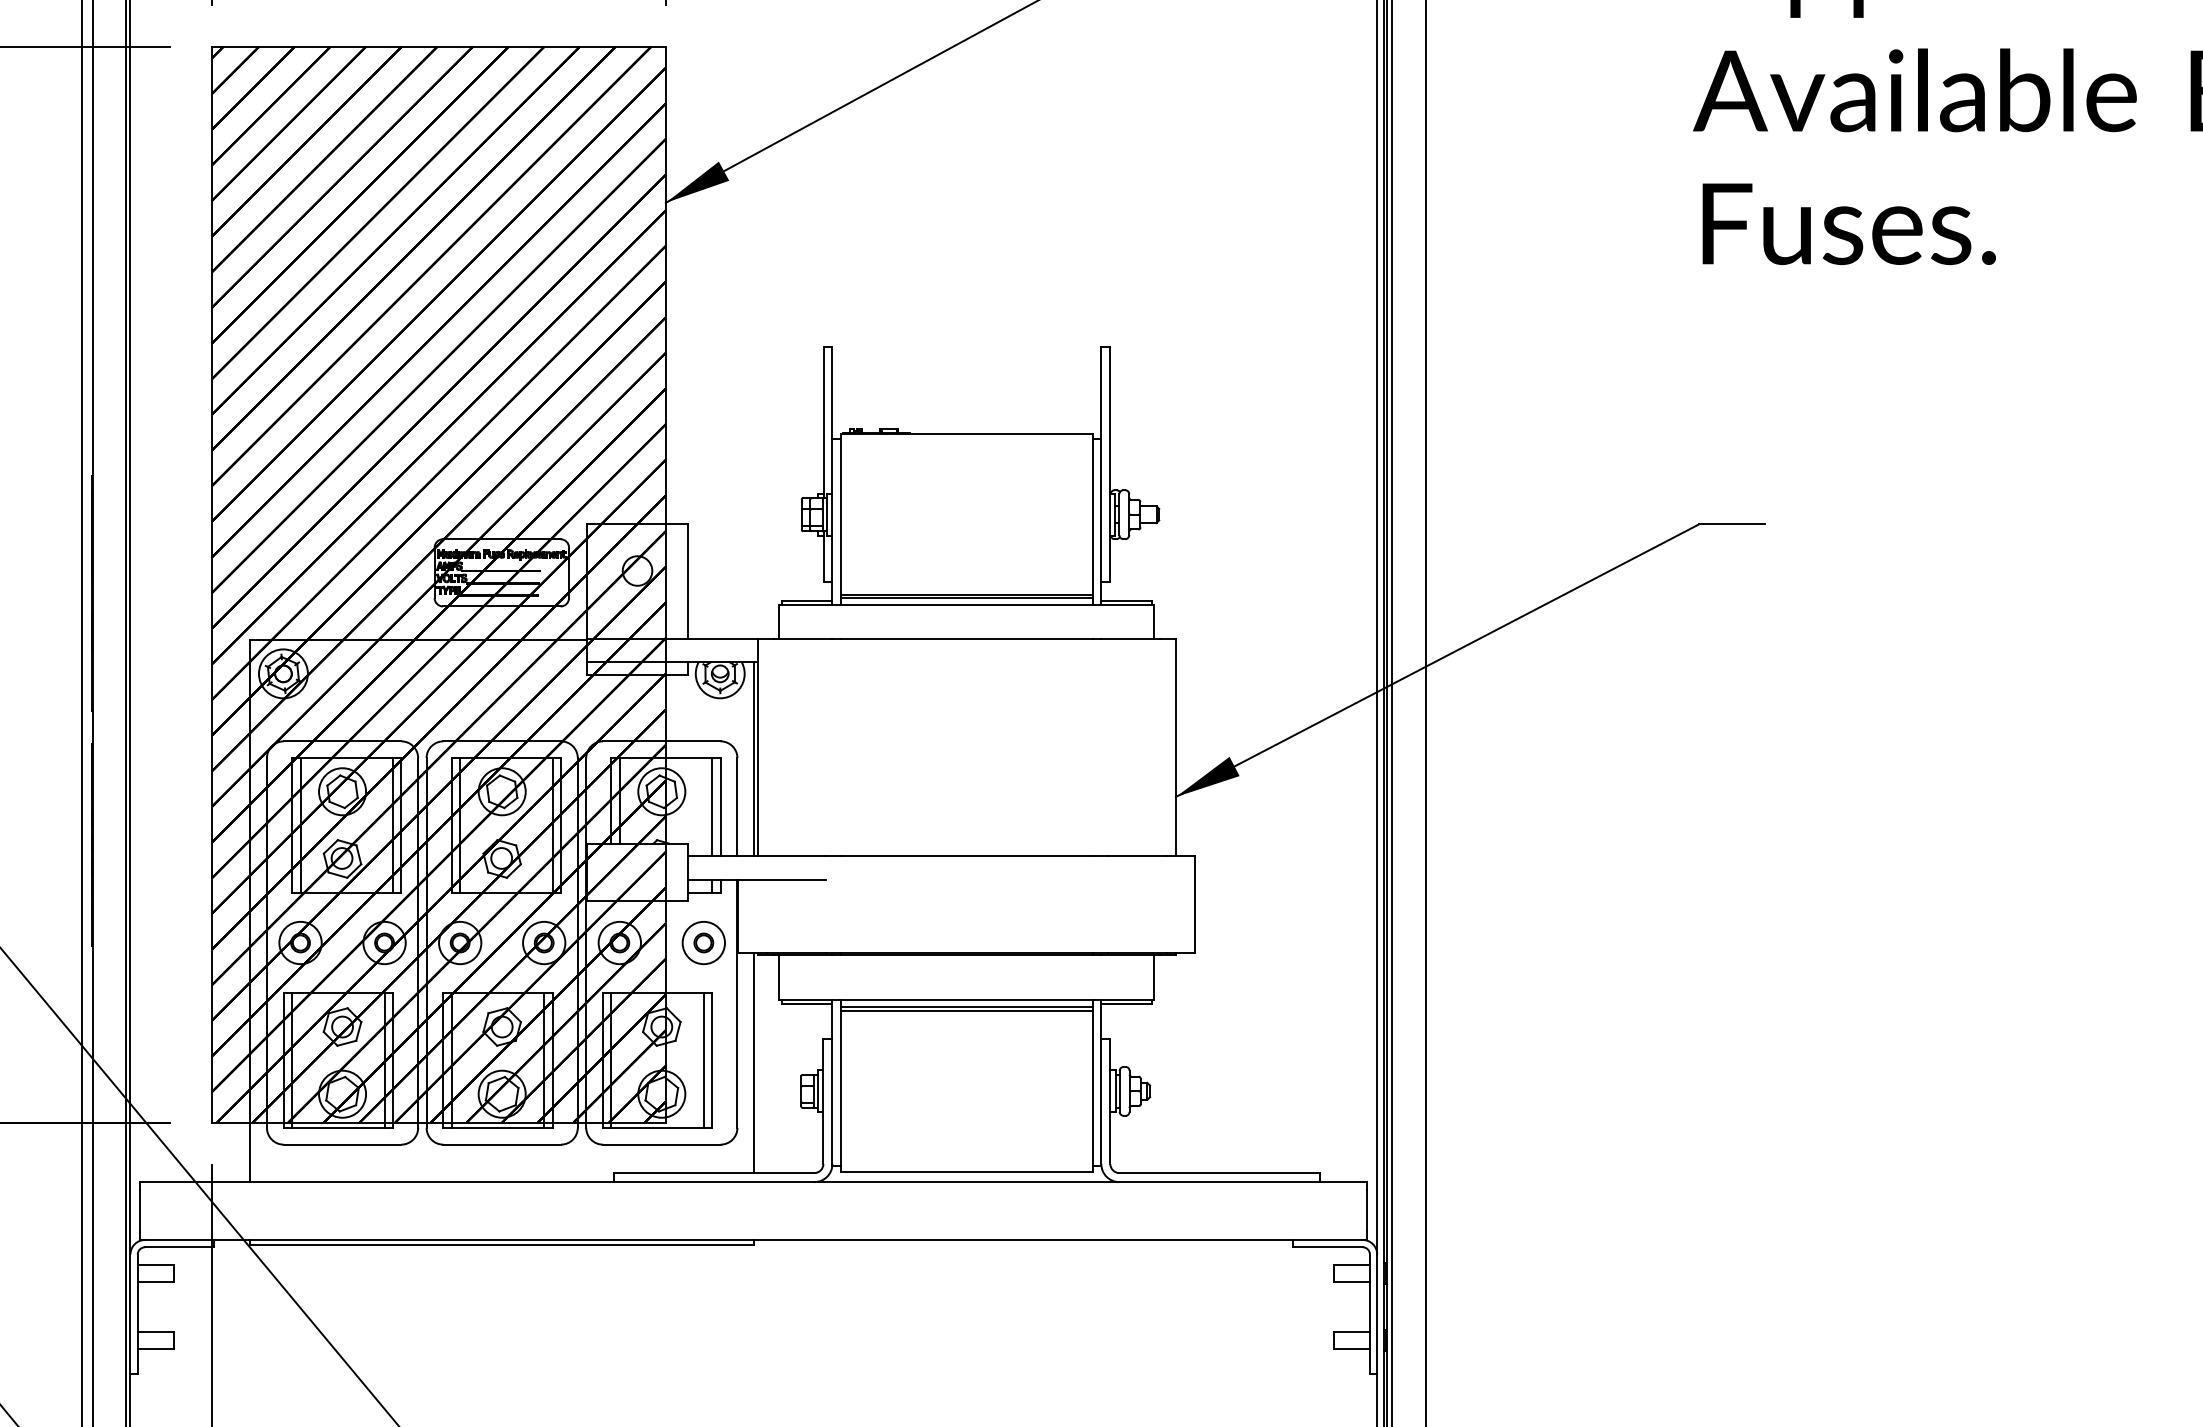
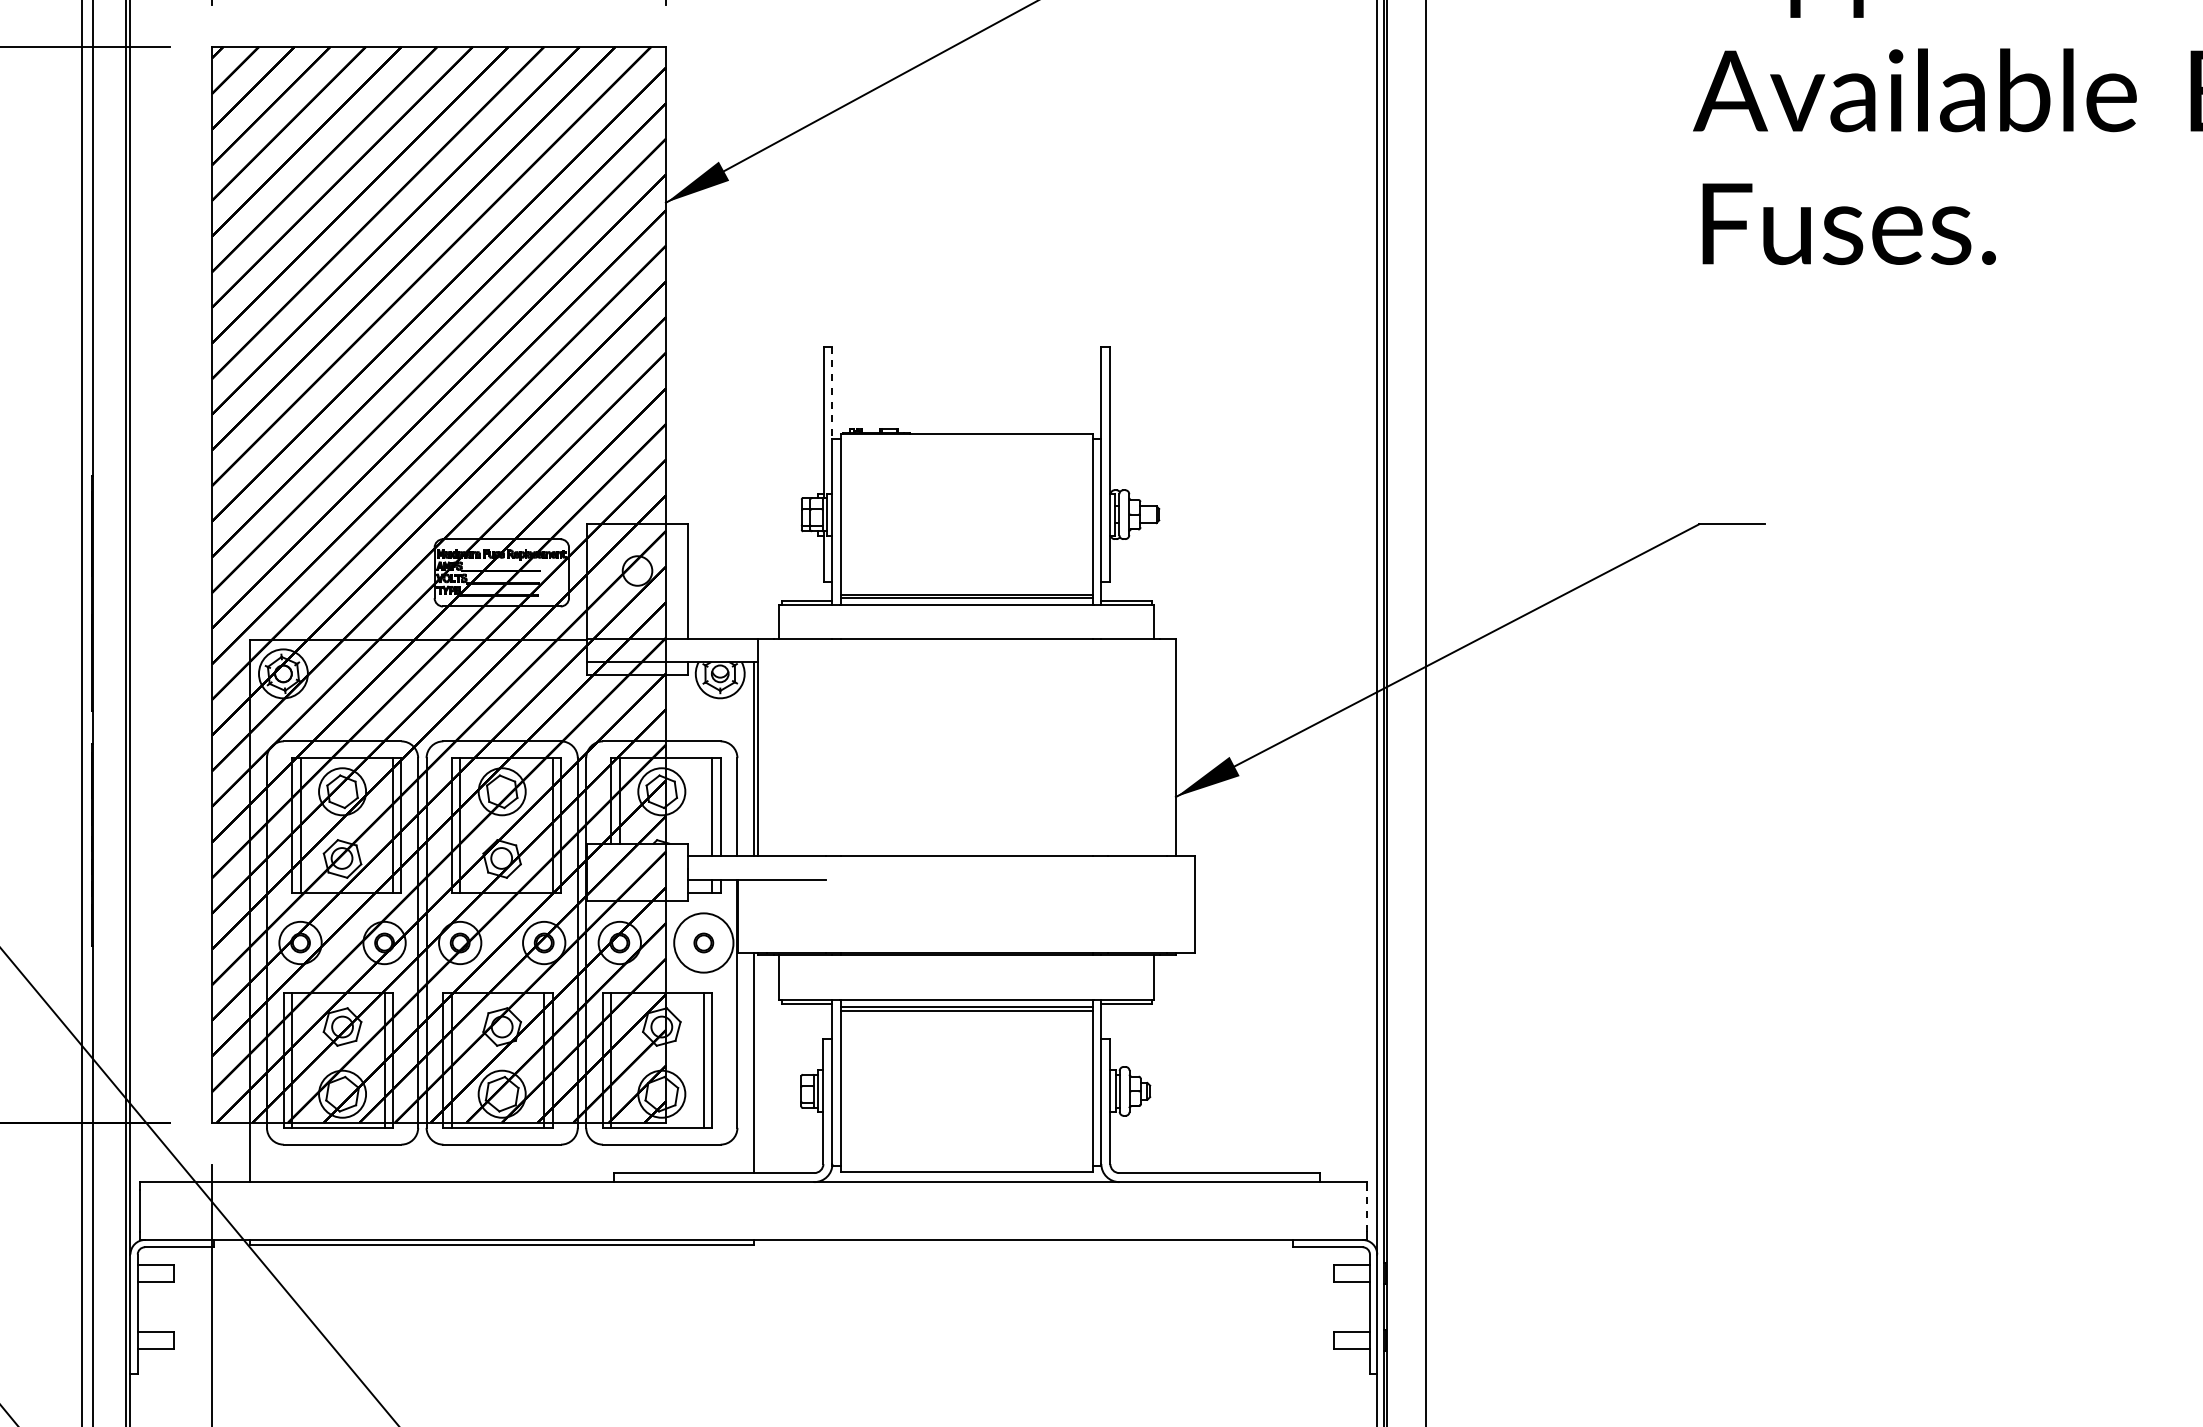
line at (832, 393): solid -> dashed
line at (1392, 712): present -> none
circle at (703, 942) diameter: 42 px -> 59 px
line at (1366, 1211): solid -> dashed
